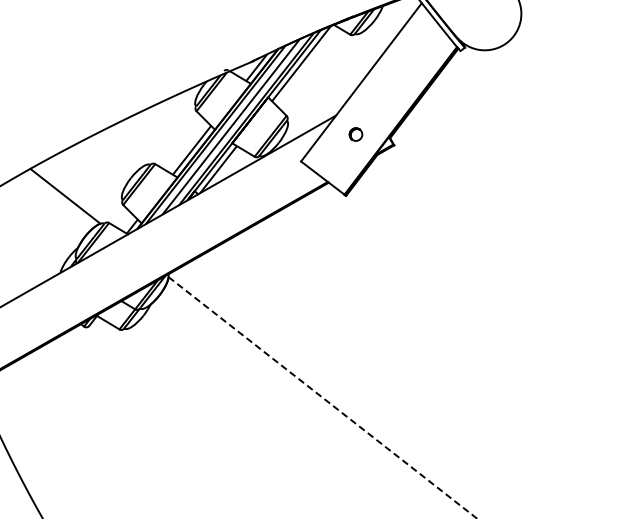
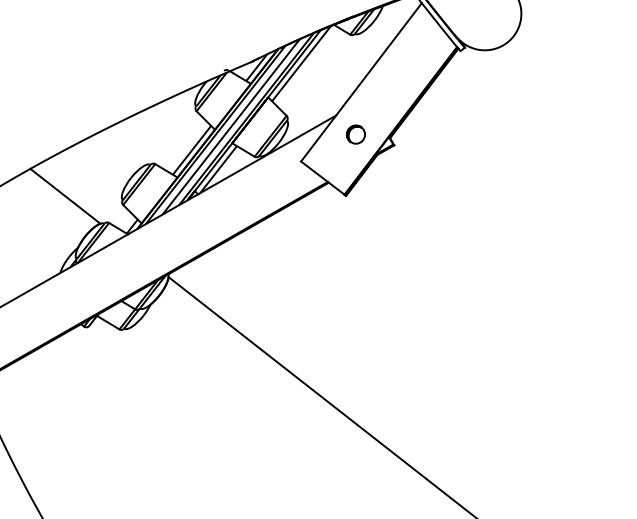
part at (355, 134) size: 16x15 px -> 20x21 px
line at (322, 397): dashed -> solid
